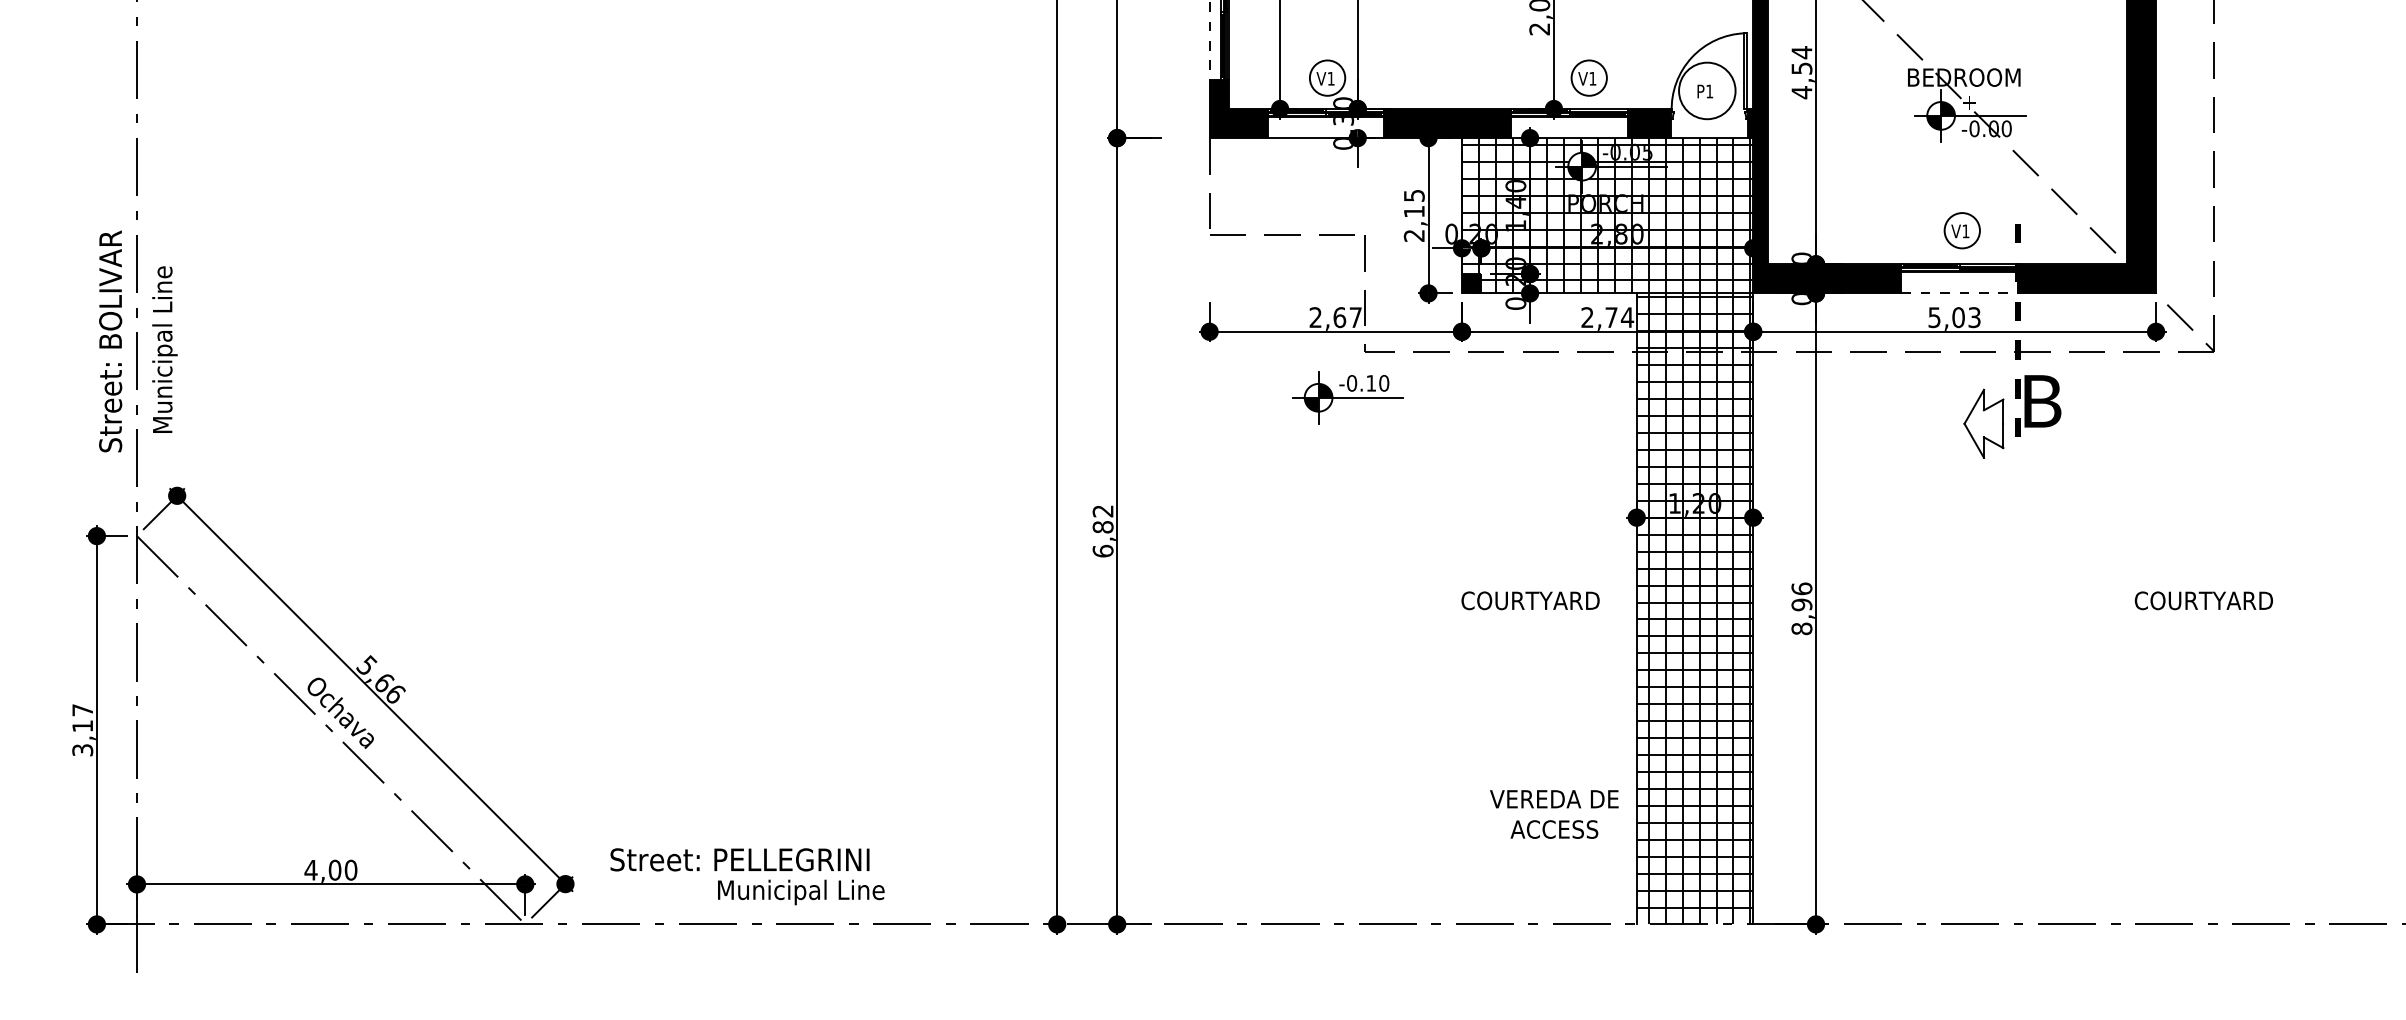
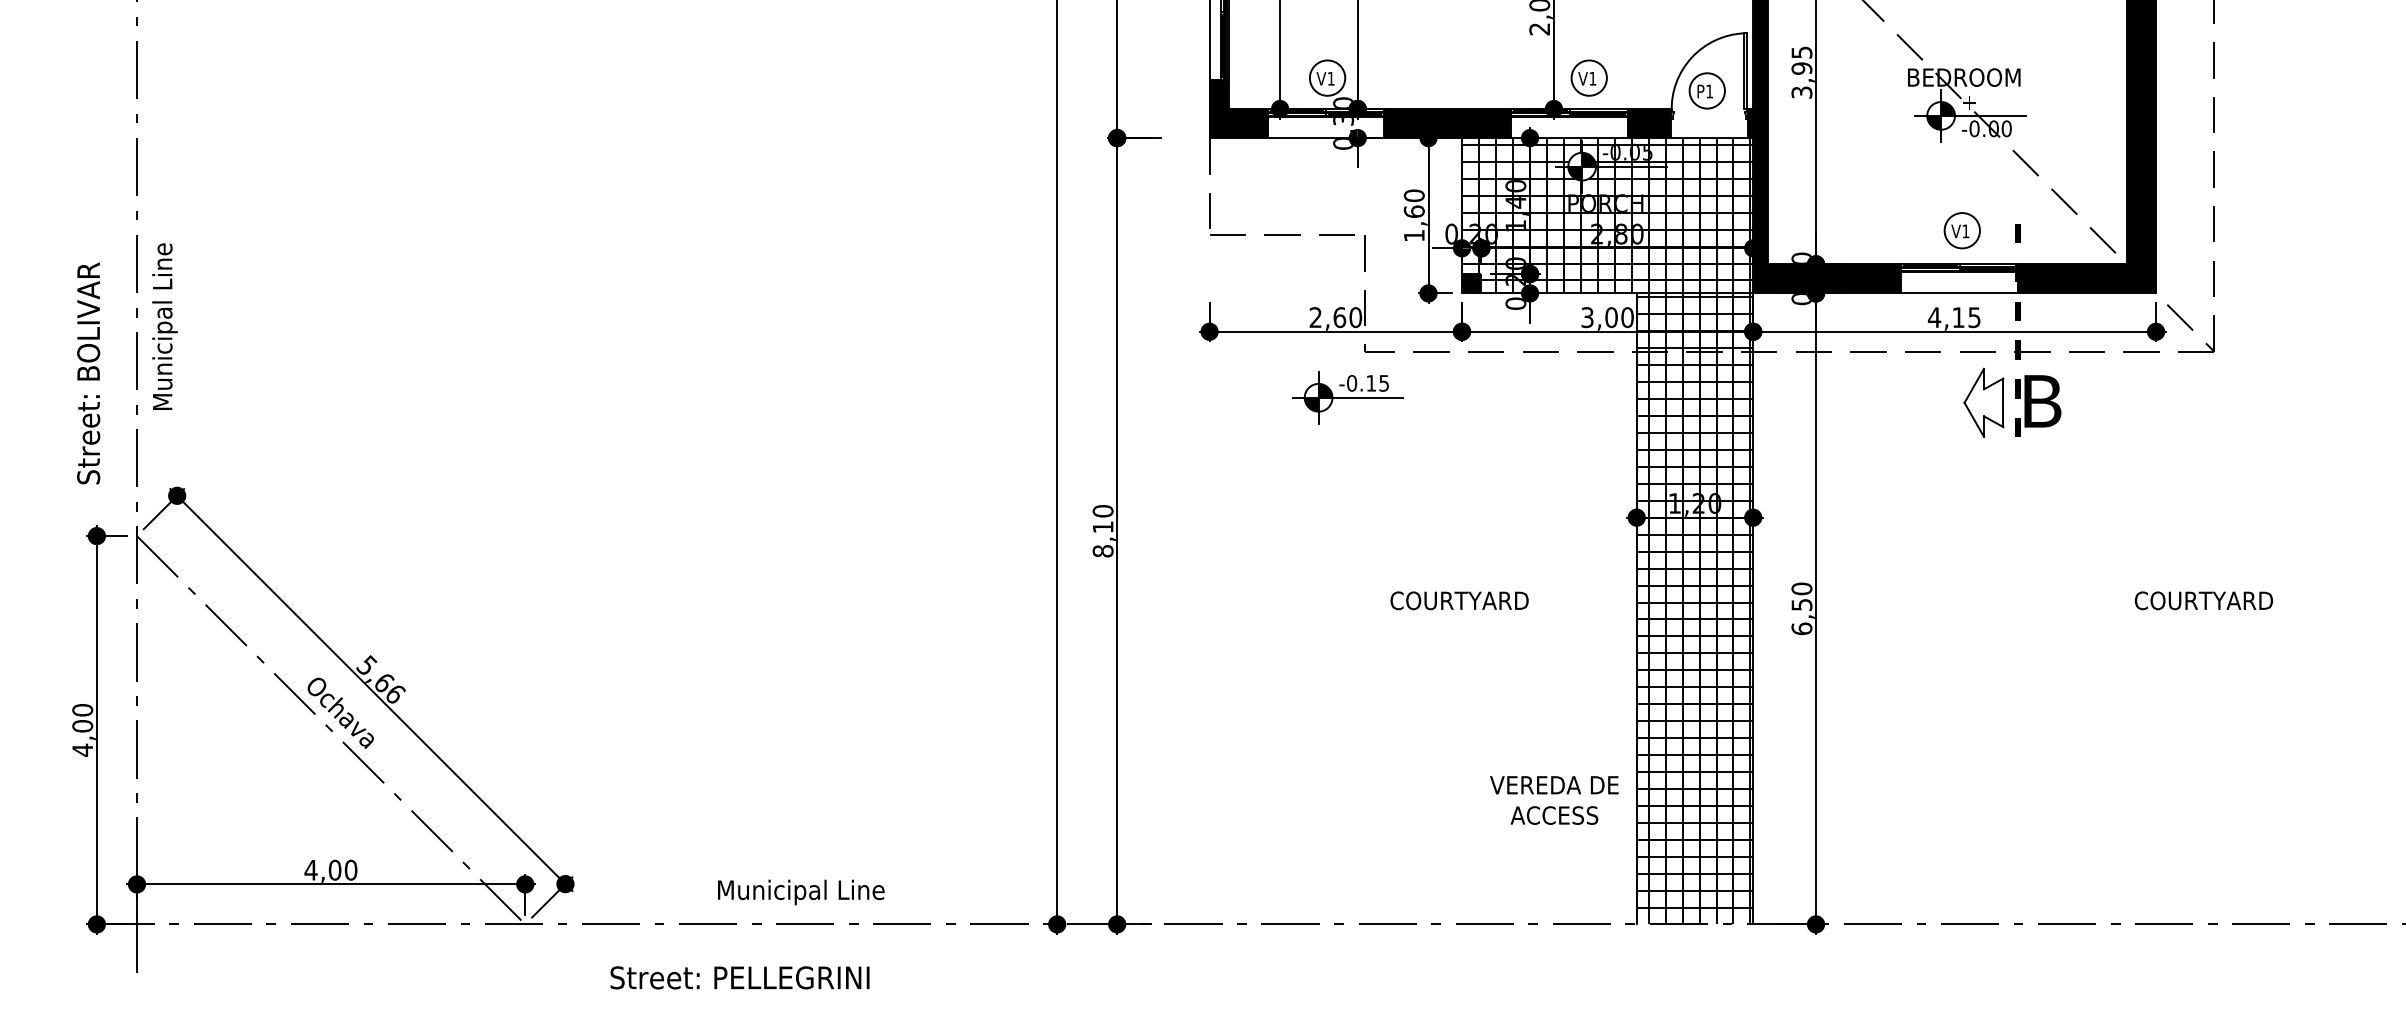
line at (1209, 40): dashed -> solid
text at (1801, 72): 4,54 -> 3,95
circle at (1707, 90) diameter: 57 px -> 35 px
text at (1413, 215): 2,15 -> 1,60
line at (1959, 293): dashed -> solid
text at (1355, 317): 2,67 -> 2,60
text at (1607, 317): 2,74 -> 3,00
text at (1953, 317): 5,03 -> 4,15
text at (110, 341) position: (110, 341) -> (88, 373)
text at (164, 349) position: (164, 349) -> (164, 326)
text at (1384, 383): -0.10 -> -0.15
part at (1983, 423) position: (1983, 423) -> (1983, 402)
text at (1102, 531): 6,82 -> 8,10
text at (1530, 600) position: (1530, 600) -> (1459, 600)
text at (1801, 608): 8,96 -> 6,50
text at (82, 730): 3,17 -> 4,00
text at (1554, 814) position: (1554, 814) -> (1554, 800)
text at (739, 859) position: (739, 859) -> (739, 977)
